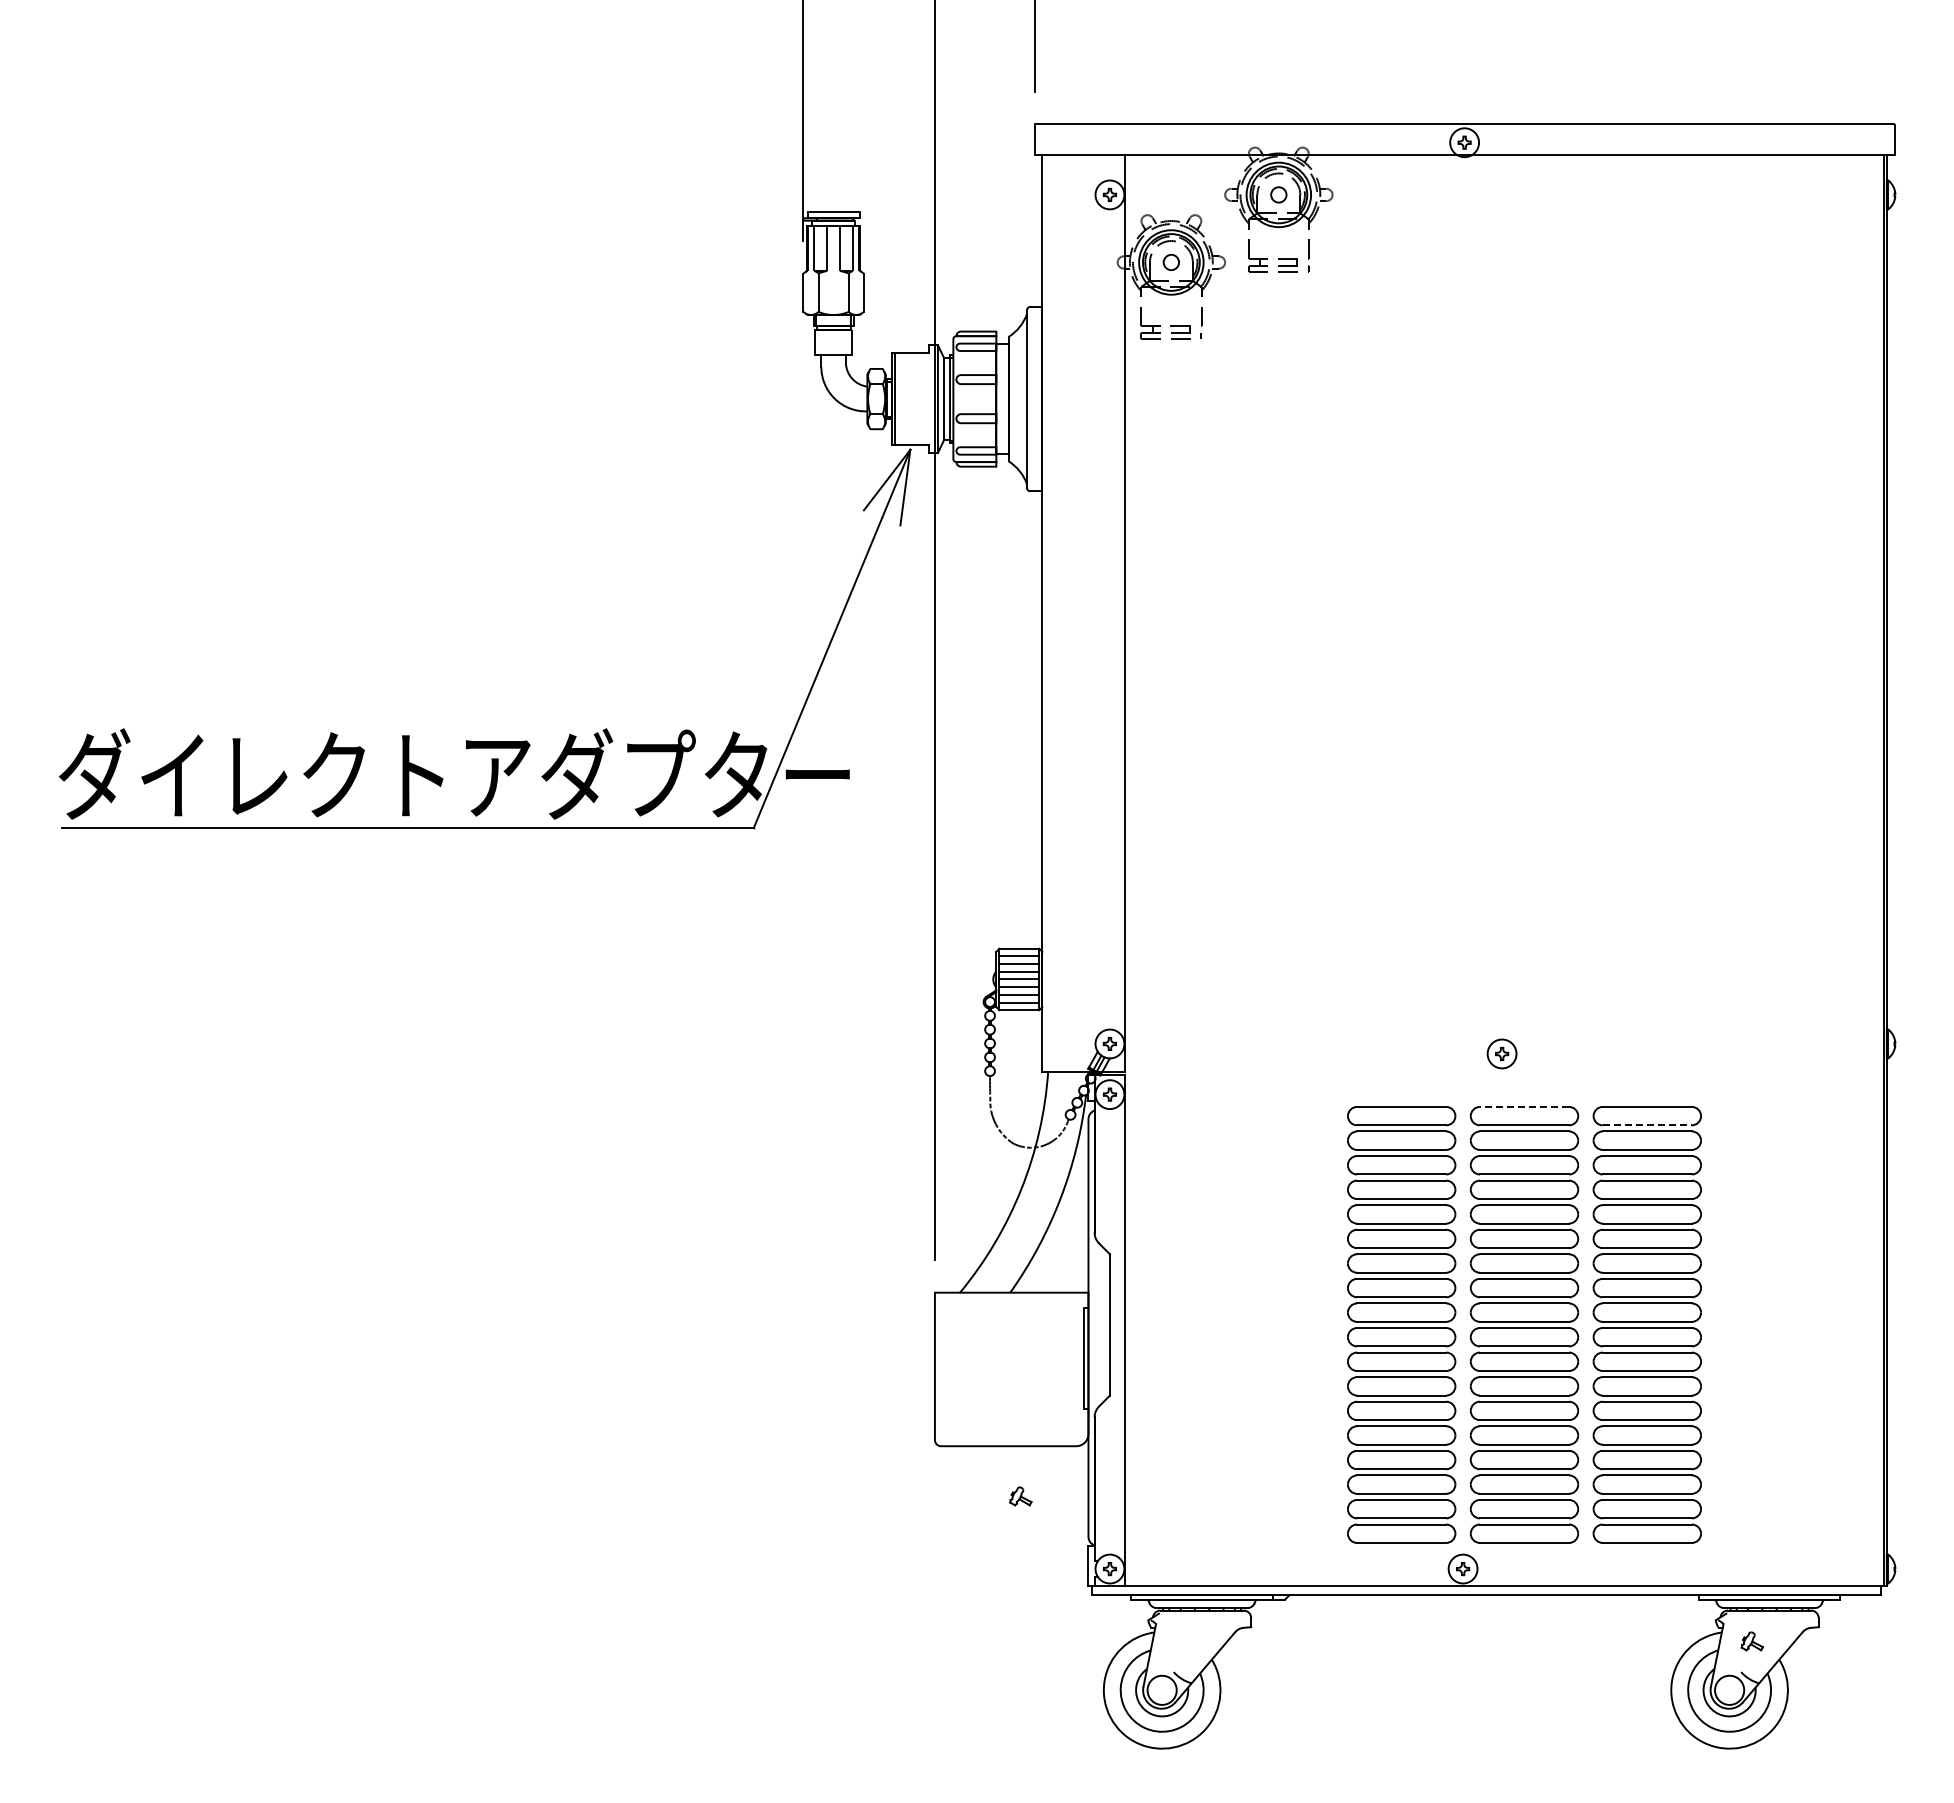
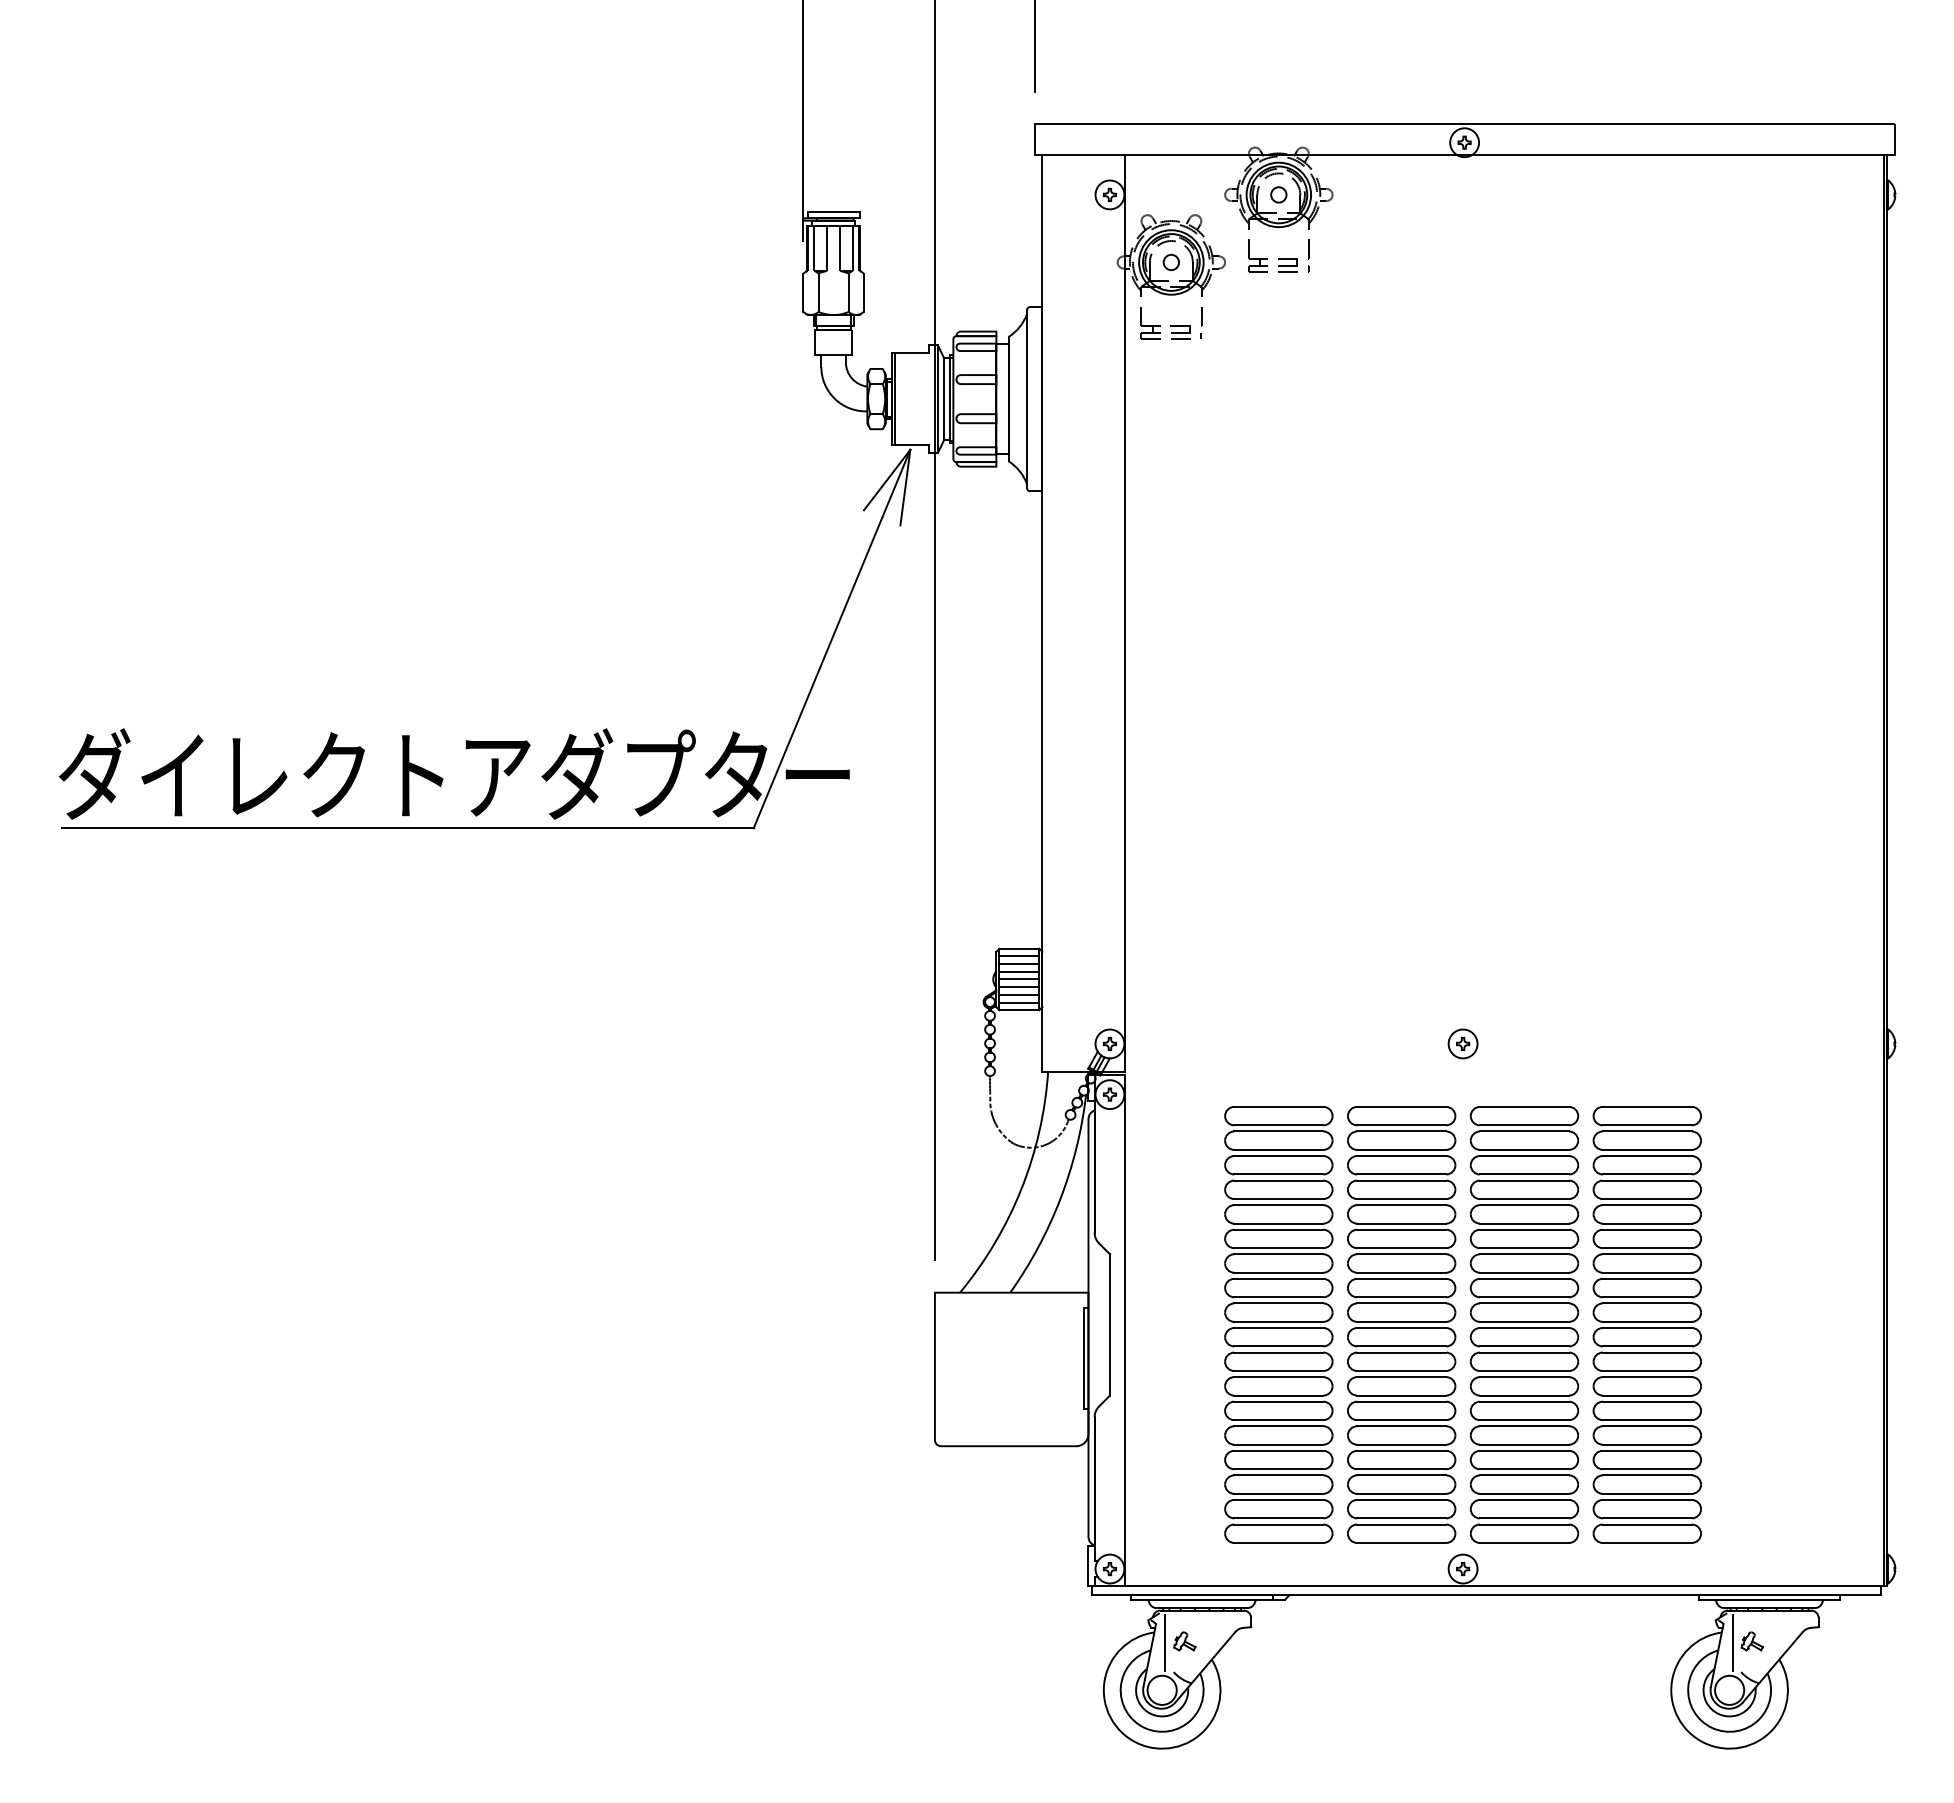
part at (1501, 1053) position: (1501, 1053) -> (1462, 1043)
line at (1524, 1106): dashed -> solid
line at (1647, 1125): dashed -> solid
part at (1278, 1324): none -> present
part at (1020, 1496) position: (1020, 1496) -> (1184, 1641)
line at (1165, 1642): none -> present
line at (1732, 1642): none -> present
